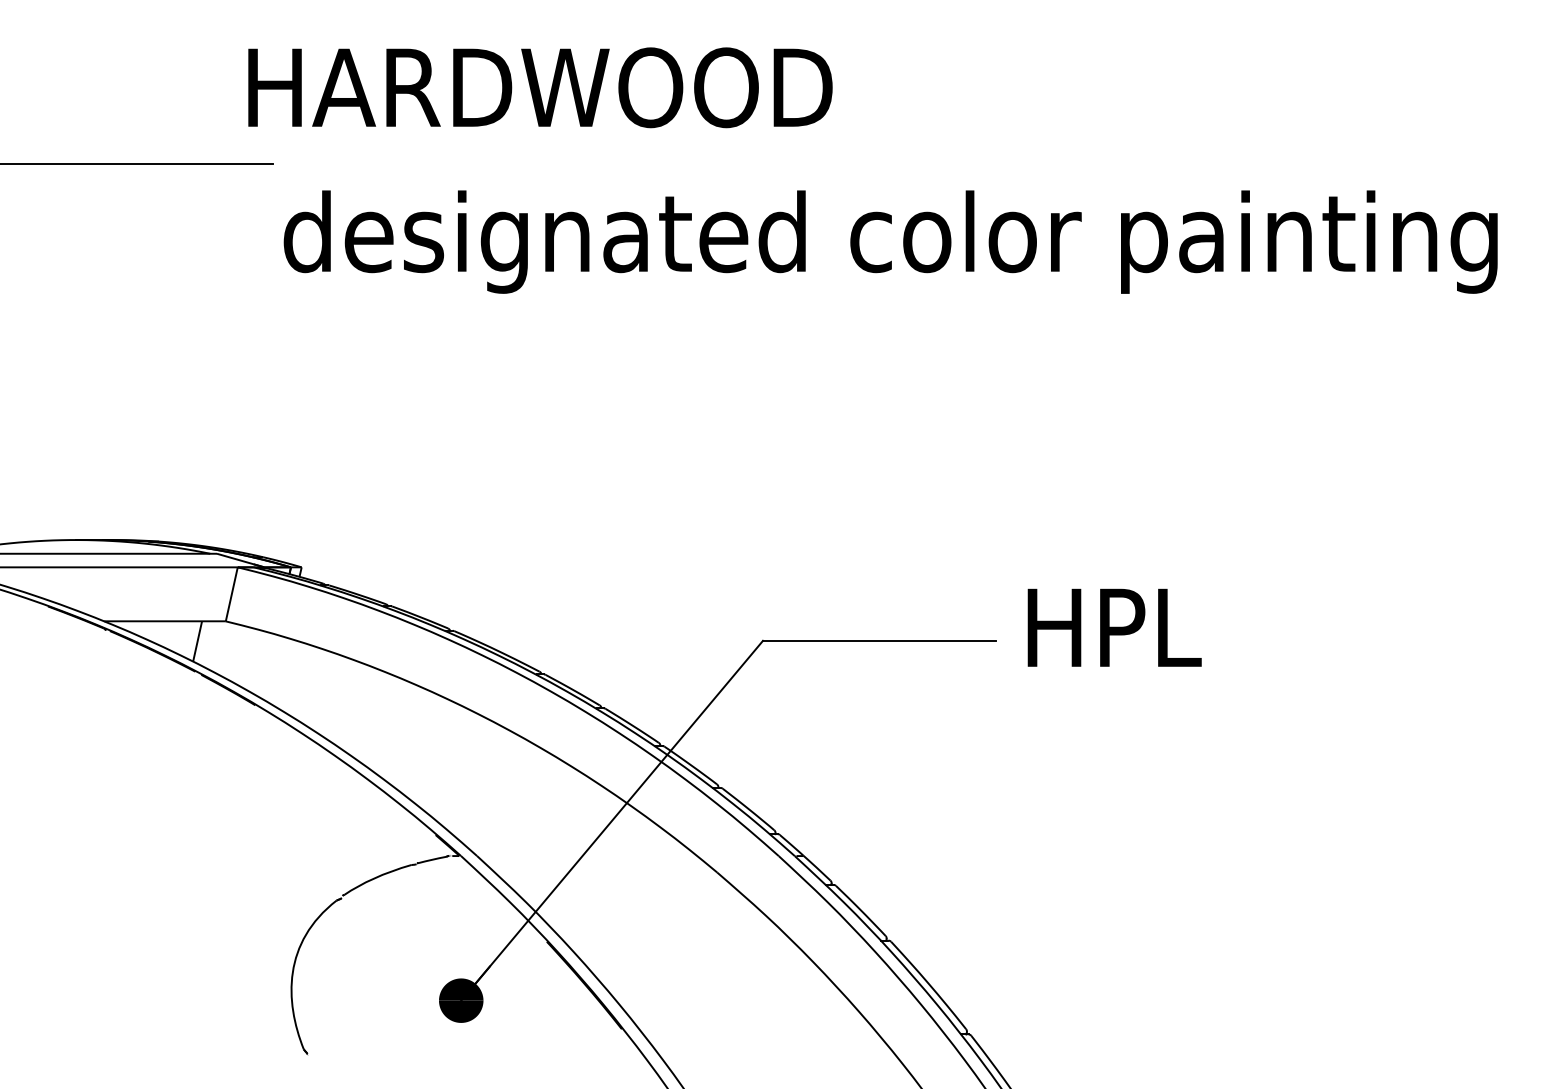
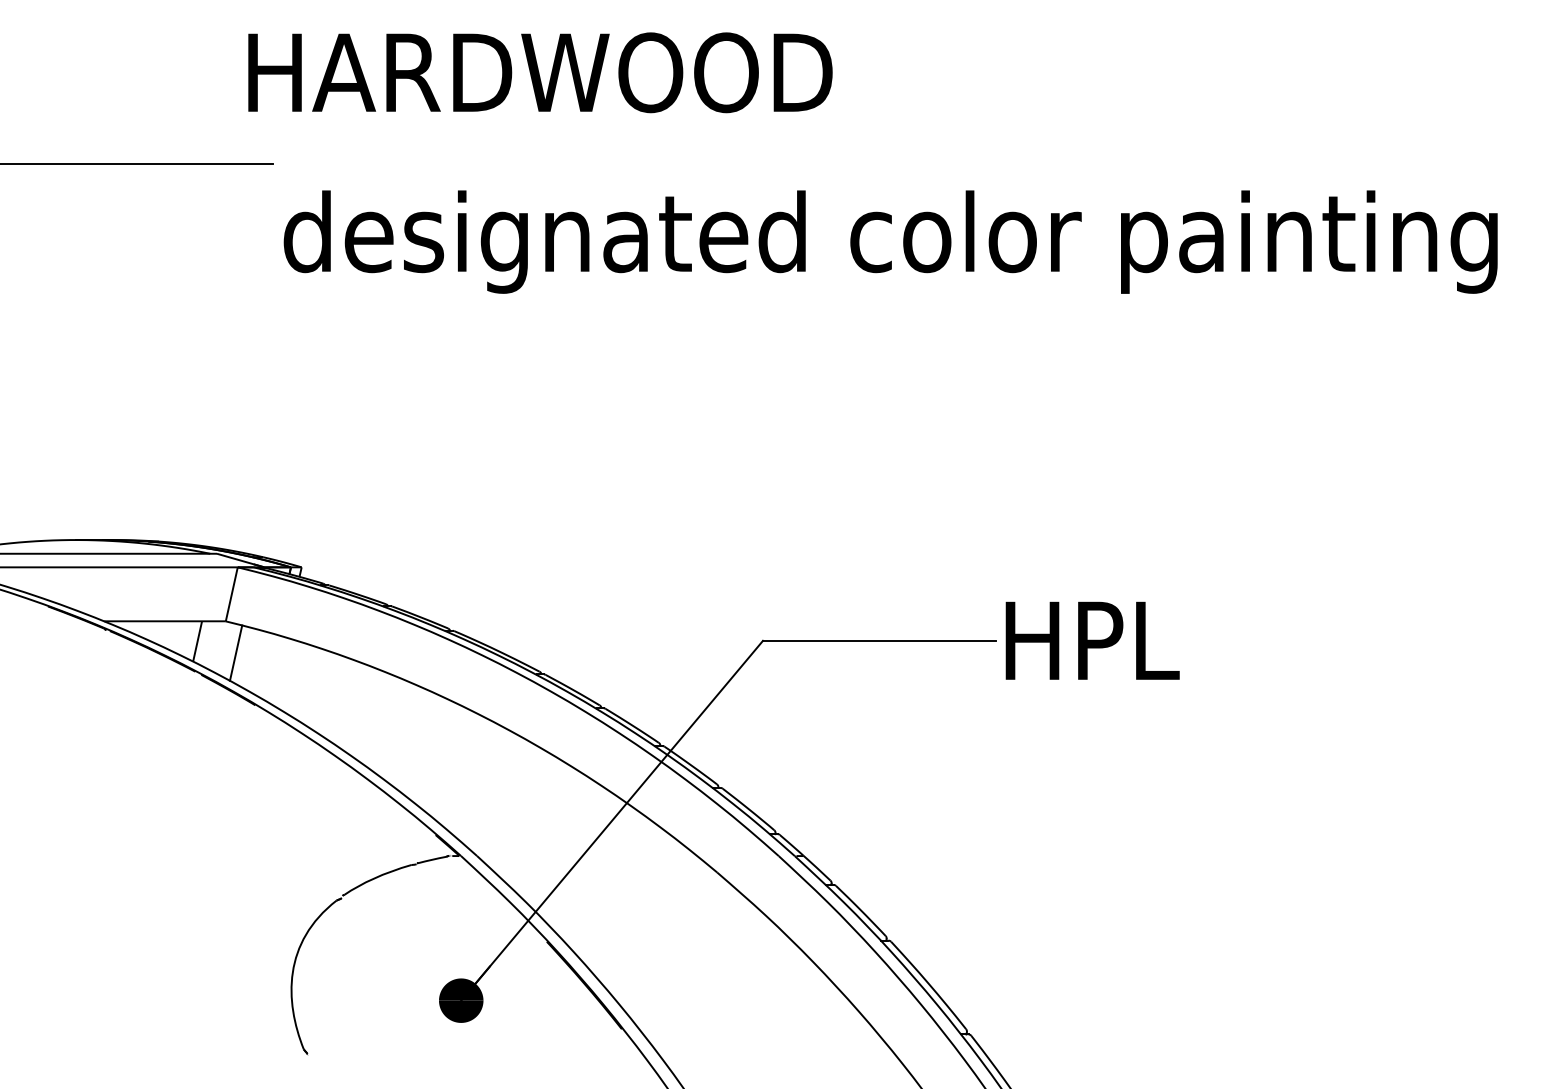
text at (540, 87) position: (540, 87) -> (540, 72)
text at (1114, 627) position: (1114, 627) -> (1092, 640)
line at (235, 652): none -> present
